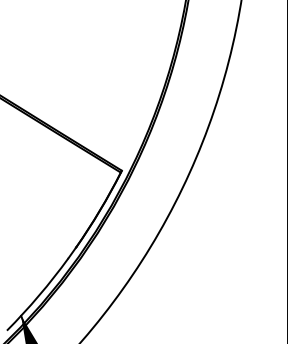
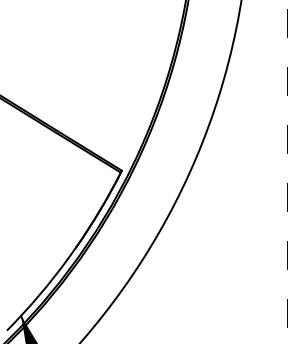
line at (287, 171): solid -> dashed
